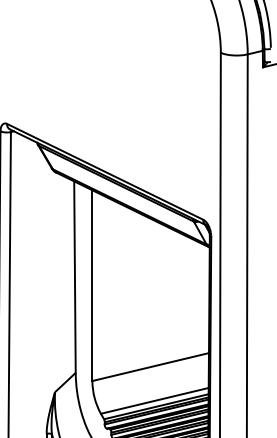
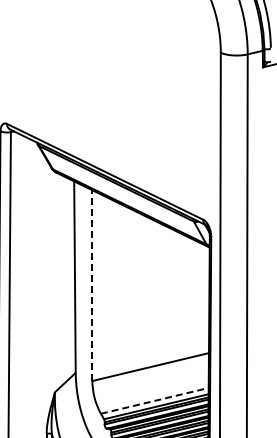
line at (92, 285): solid -> dashed
line at (155, 400): solid -> dashed
